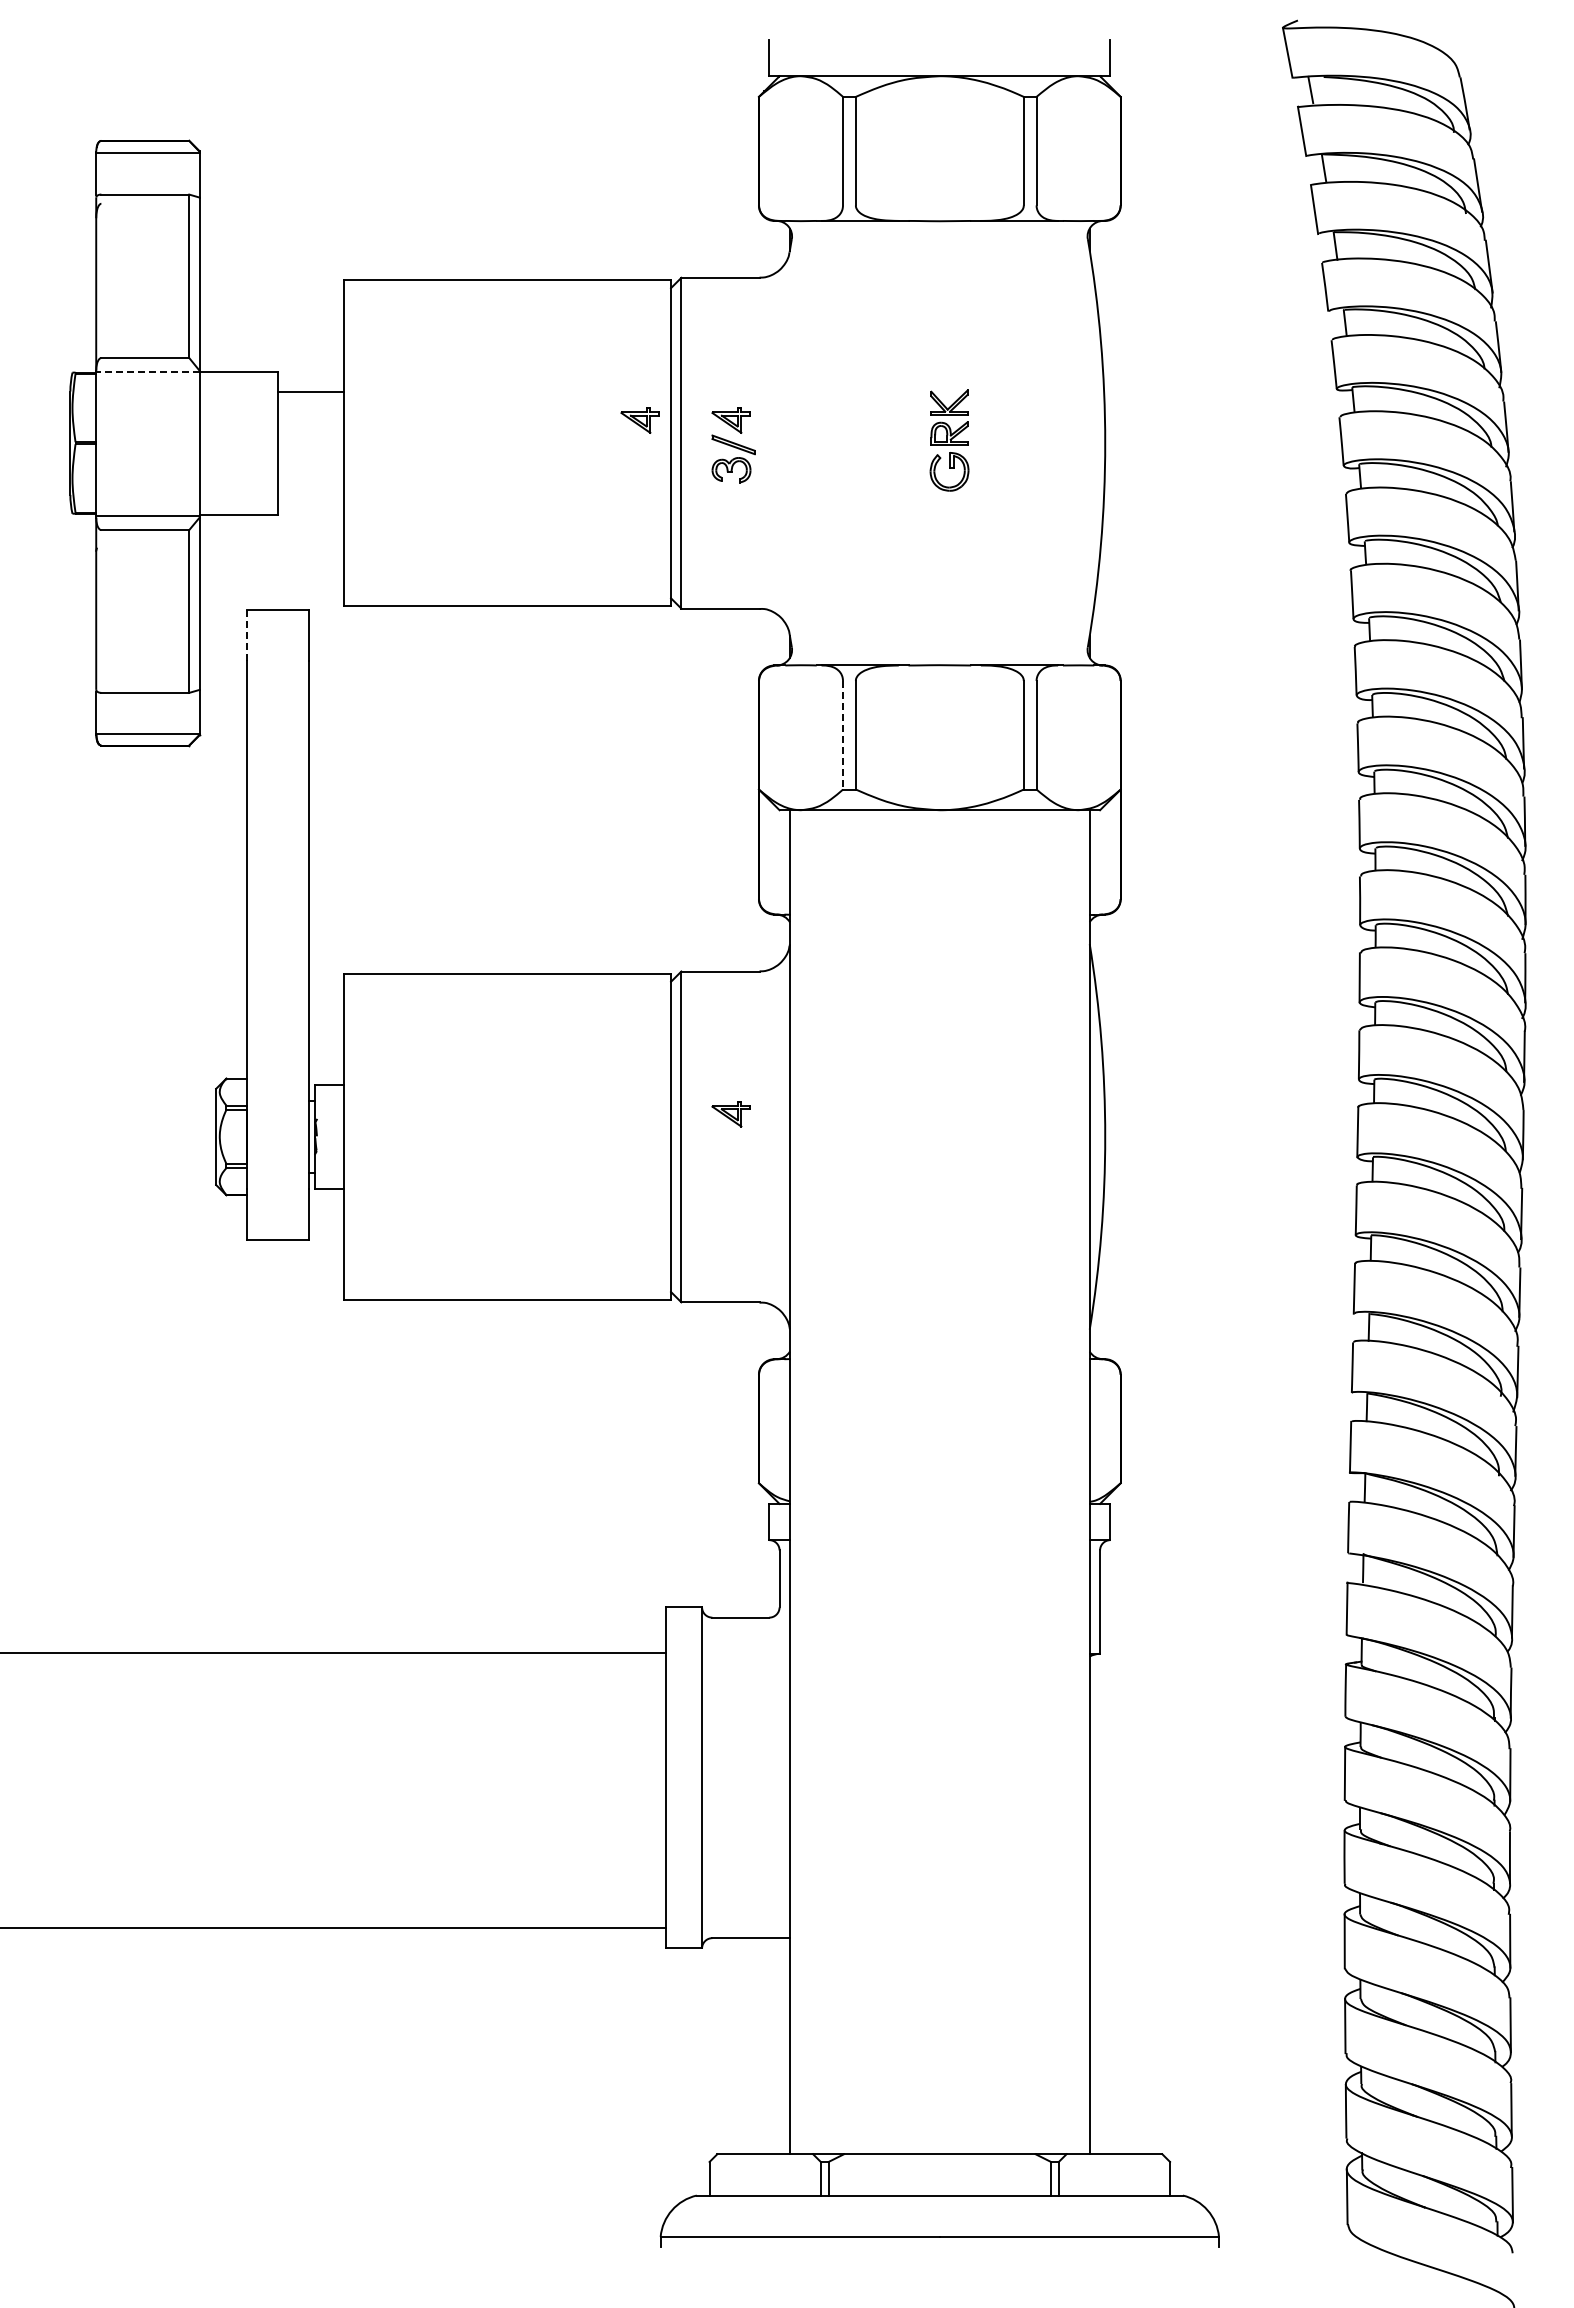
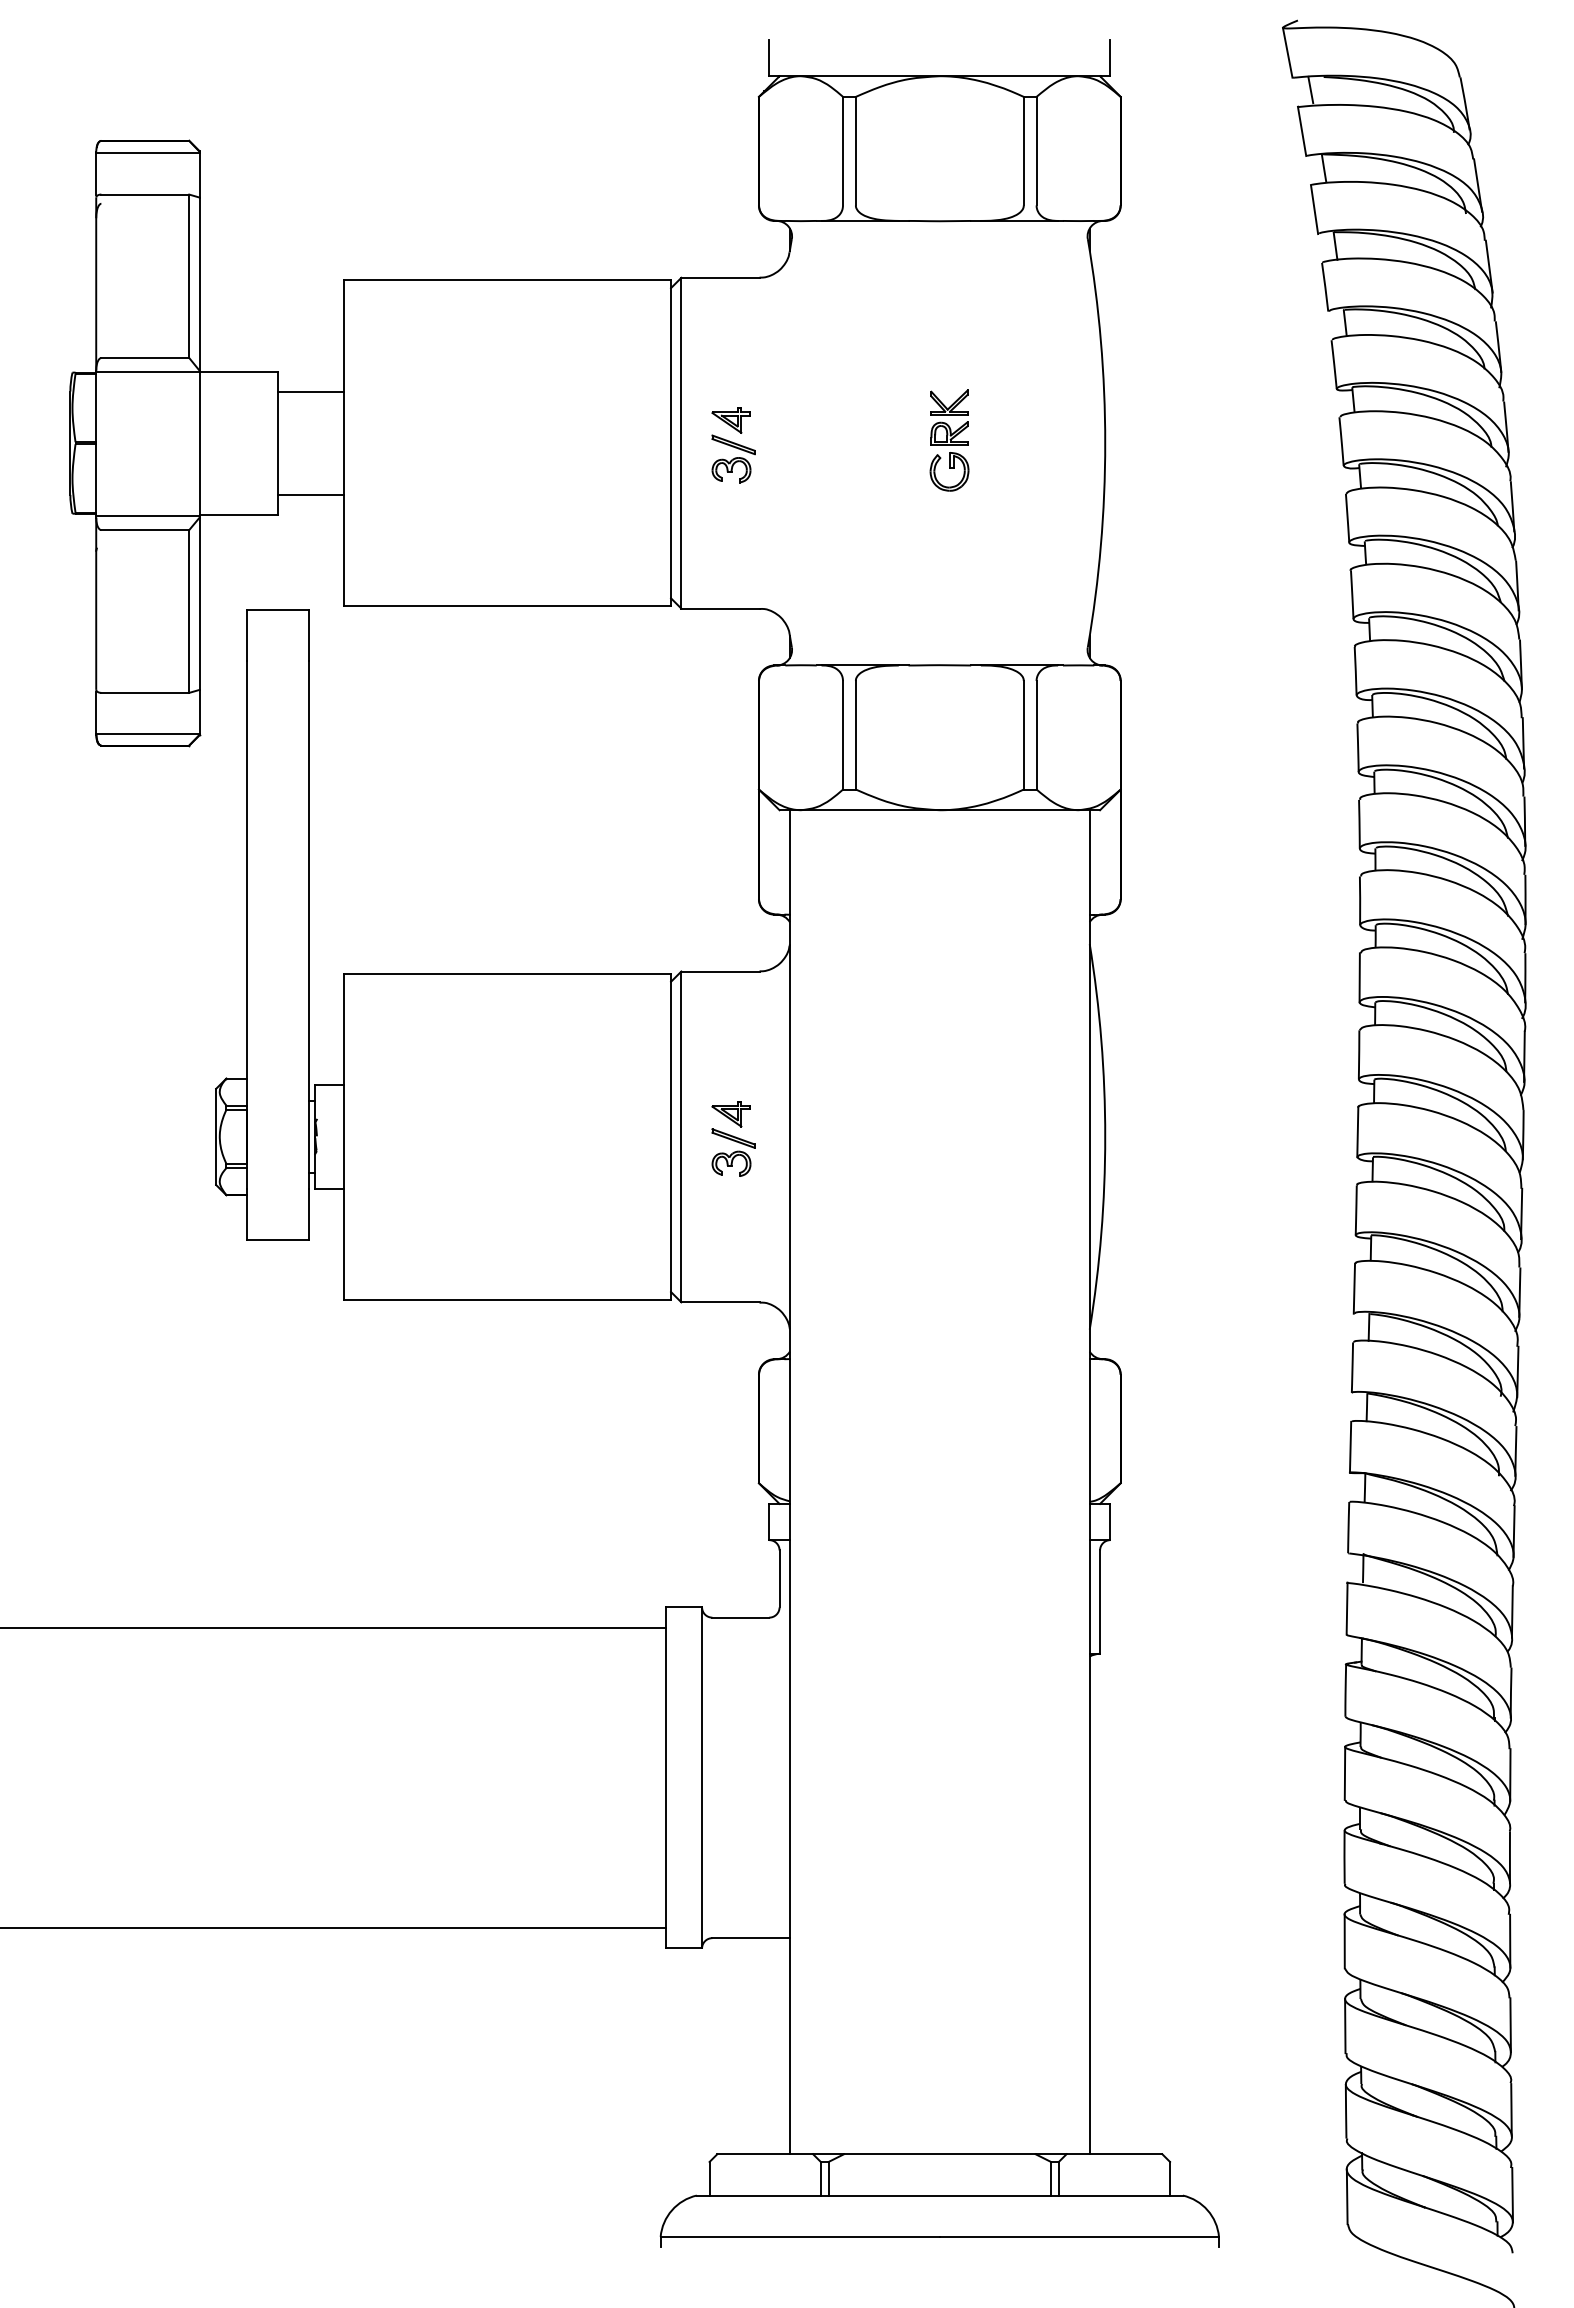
line at (147, 371): dashed -> solid
part at (639, 420): present -> none
line at (311, 494): none -> present
line at (247, 635): dashed -> solid
line at (843, 735): dashed -> solid
part at (733, 1152): none -> present
line at (333, 1653) position: (333, 1653) -> (333, 1628)
